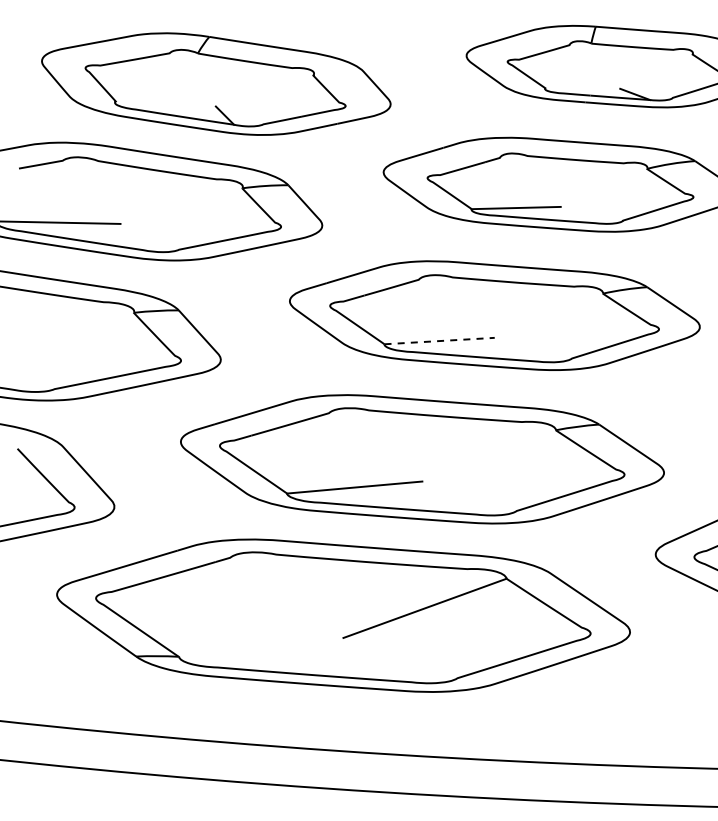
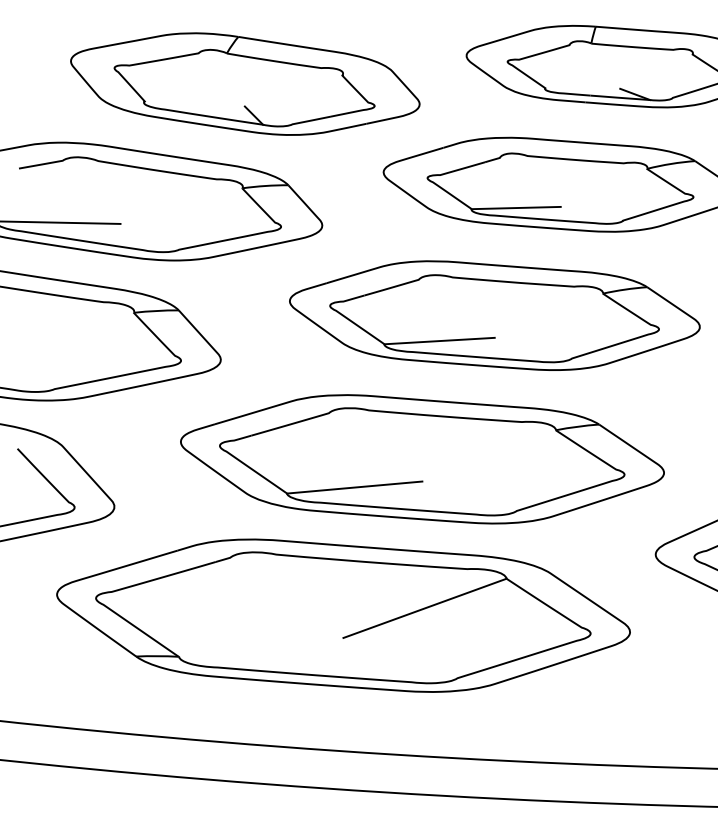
part at (216, 83) position: (216, 83) -> (245, 83)
line at (440, 341): dashed -> solid
